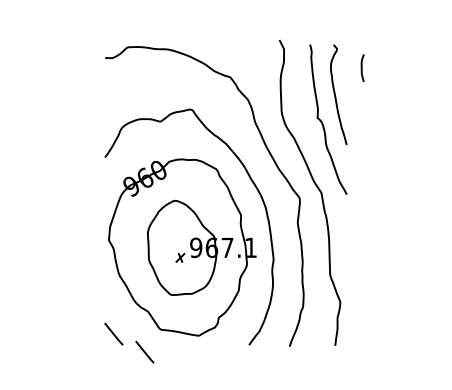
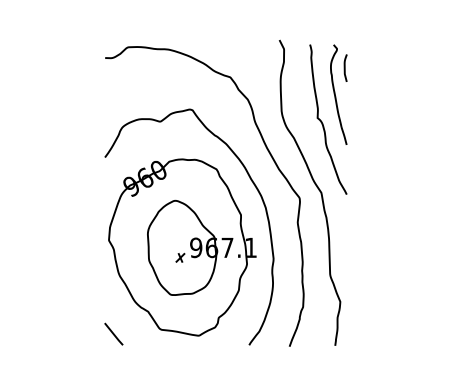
curve at (362, 67) position: (362, 67) -> (345, 67)
line at (144, 351): present -> none
